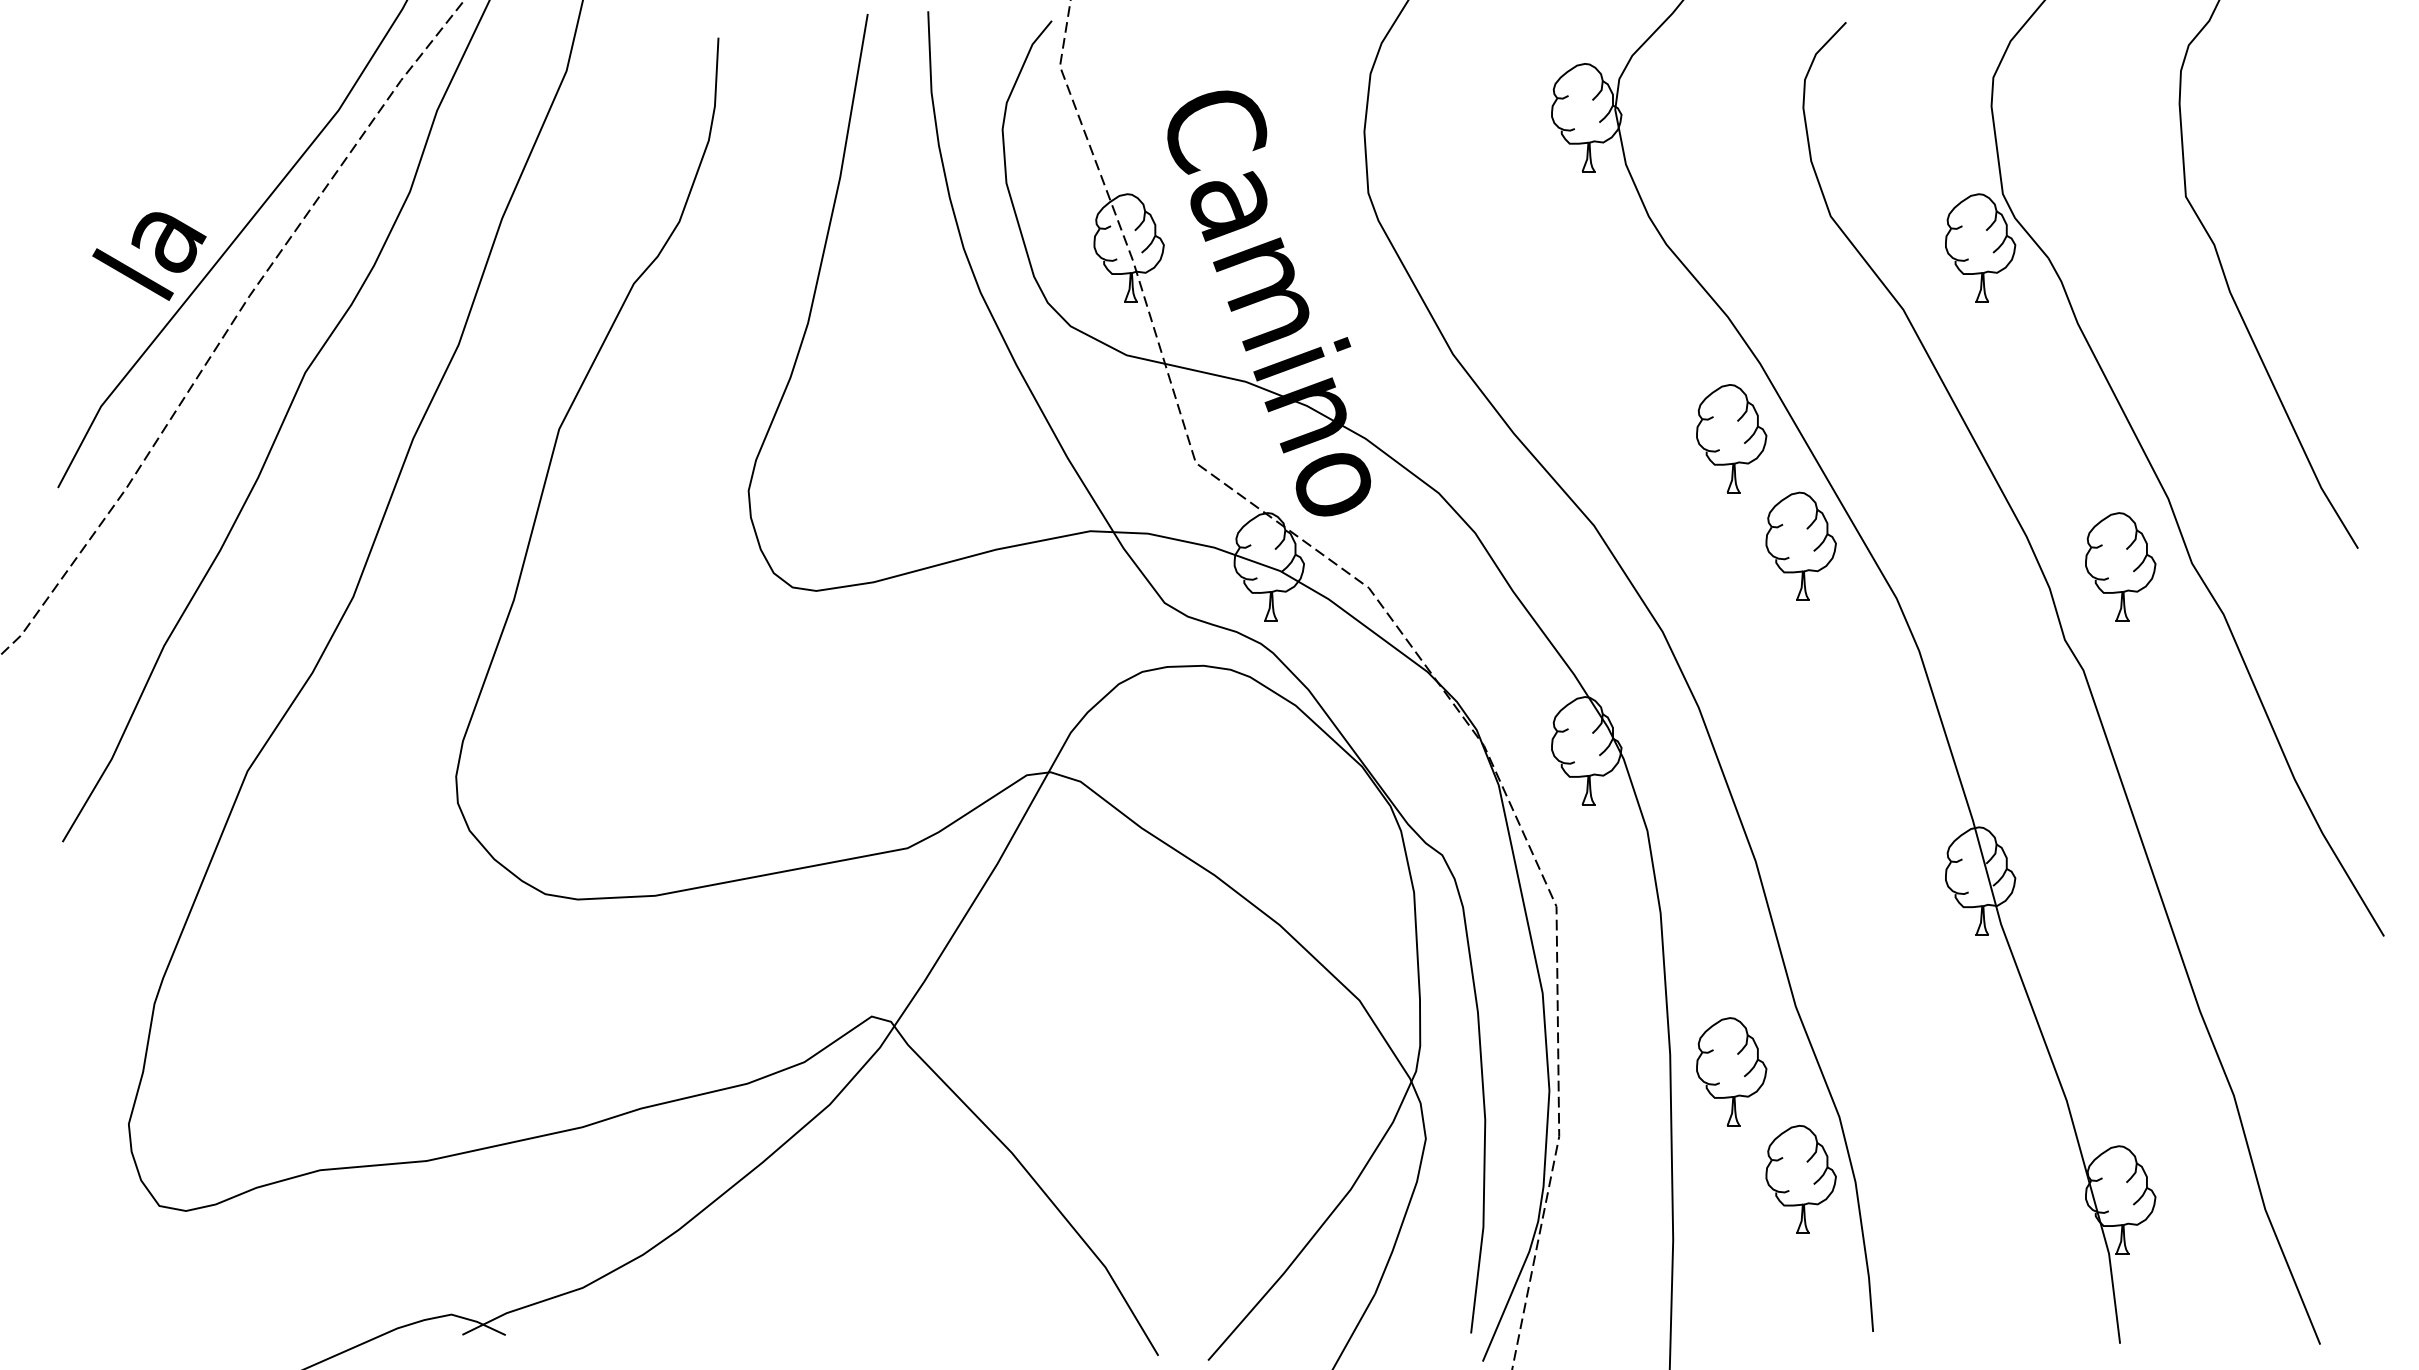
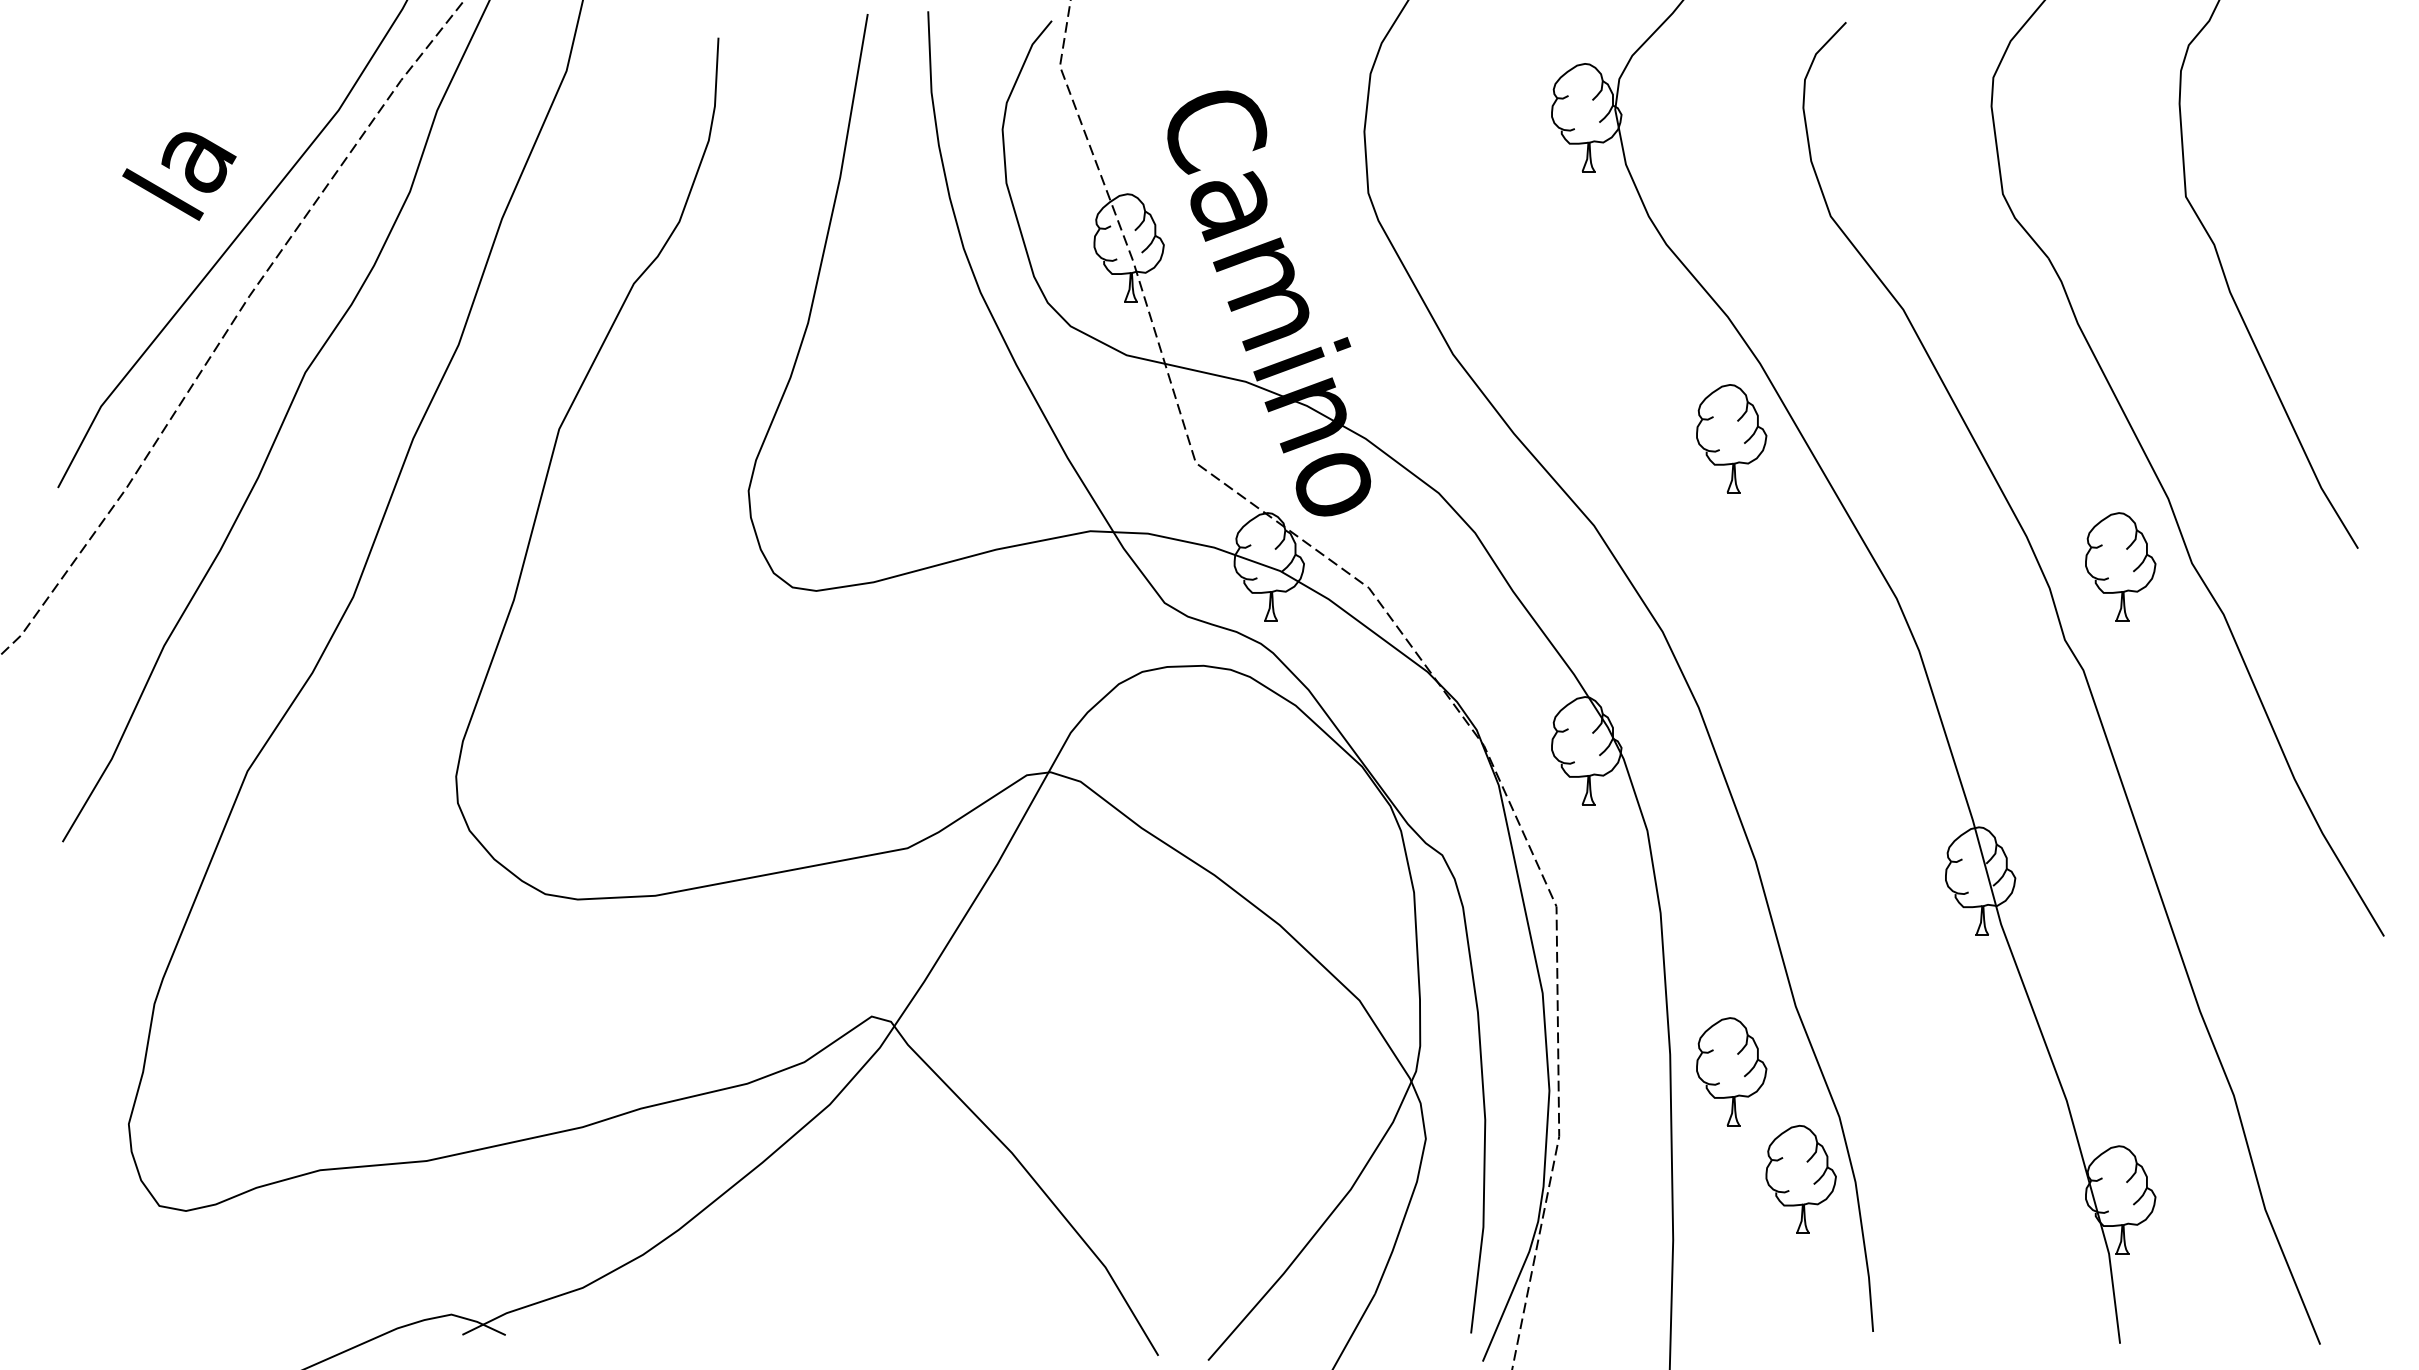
part at (1980, 247): present -> none
text at (149, 256) position: (149, 256) -> (179, 176)
part at (1800, 545): present -> none
